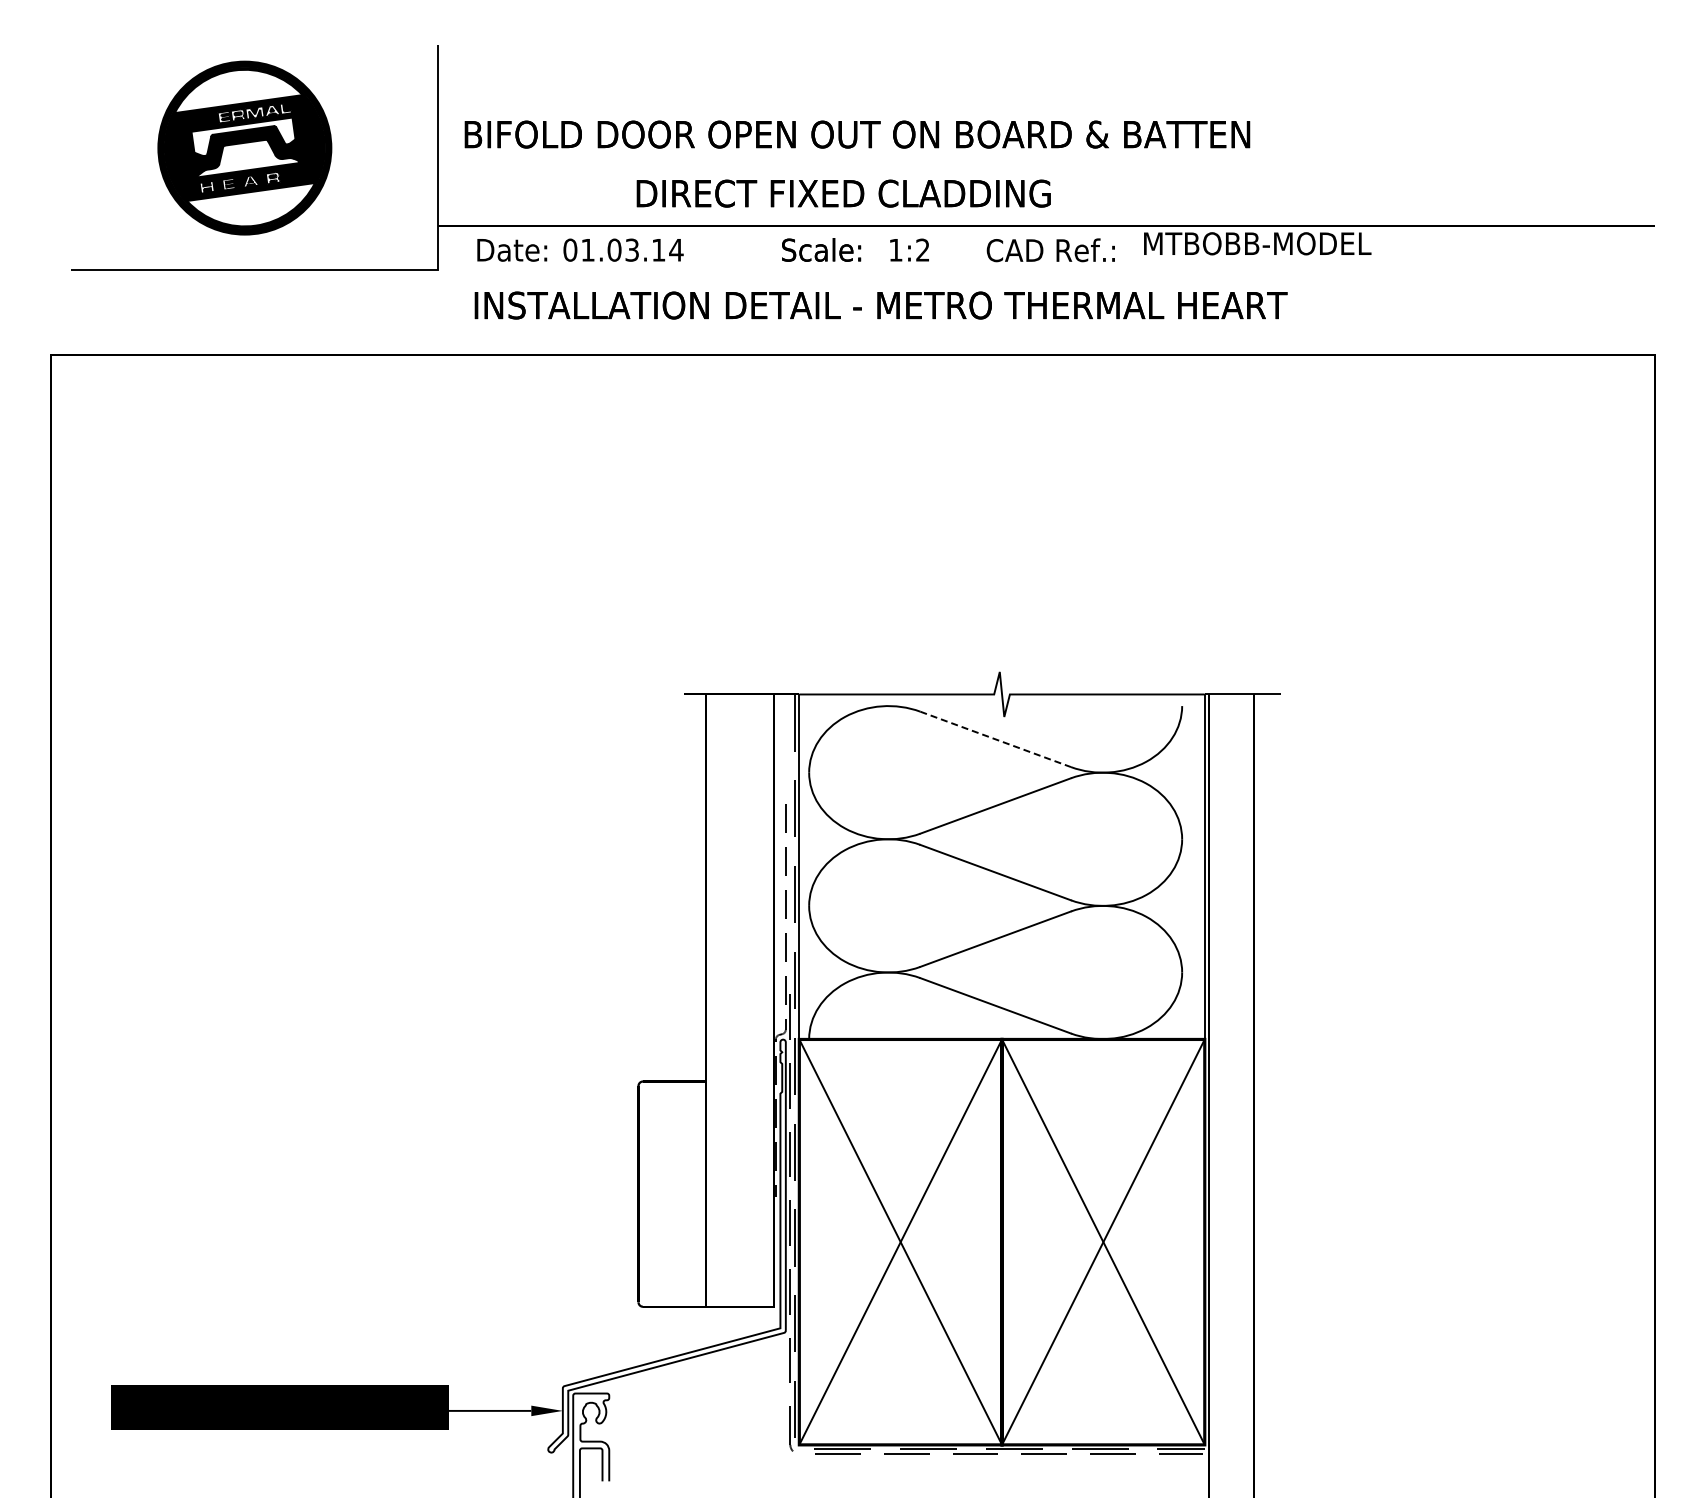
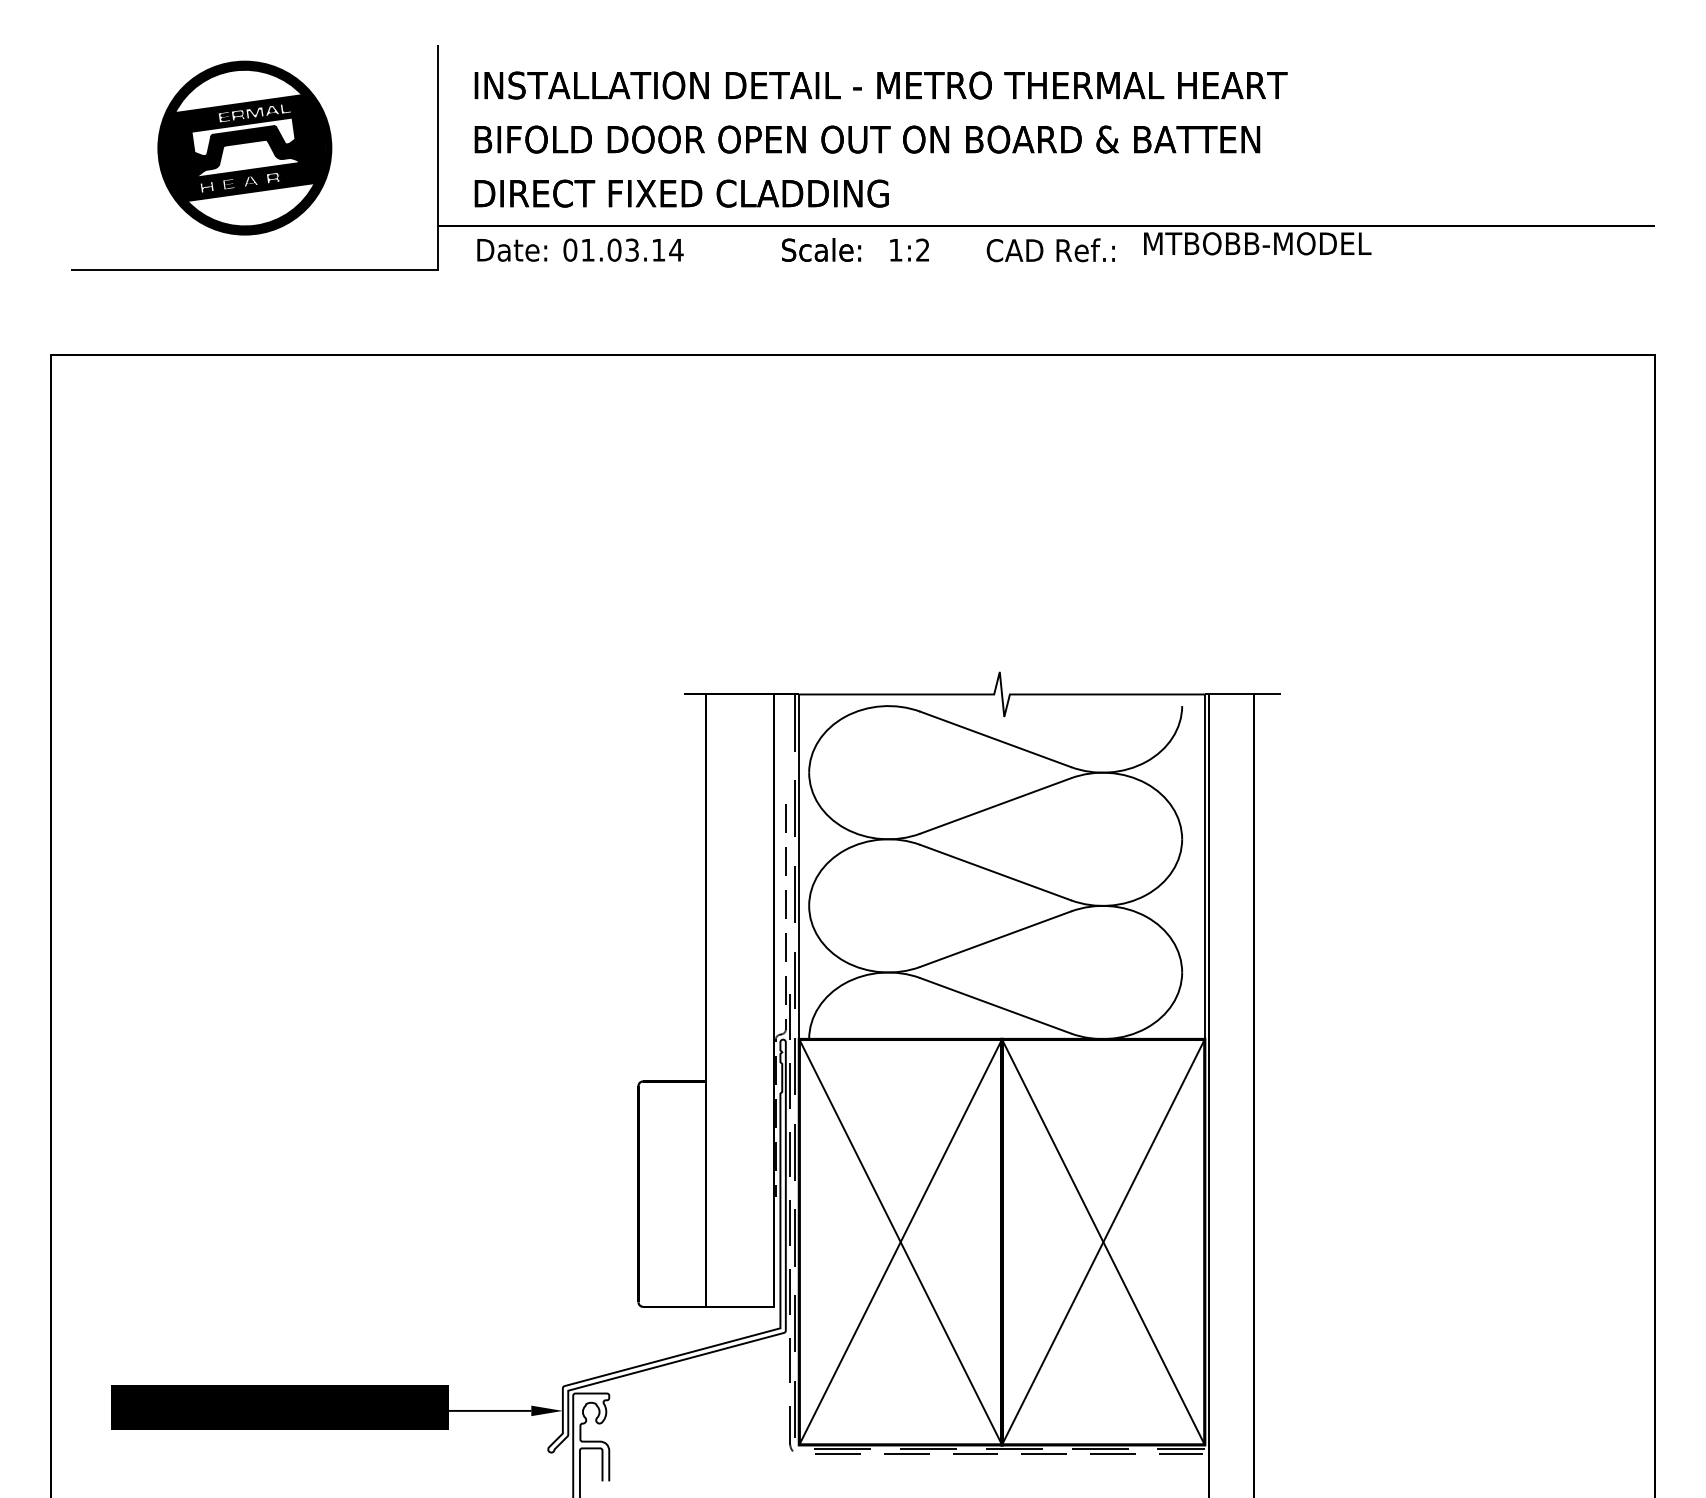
text at (857, 134) position: (857, 134) -> (867, 139)
text at (843, 193) position: (843, 193) -> (681, 193)
text at (880, 305) position: (880, 305) -> (880, 85)
line at (996, 739): dashed -> solid
